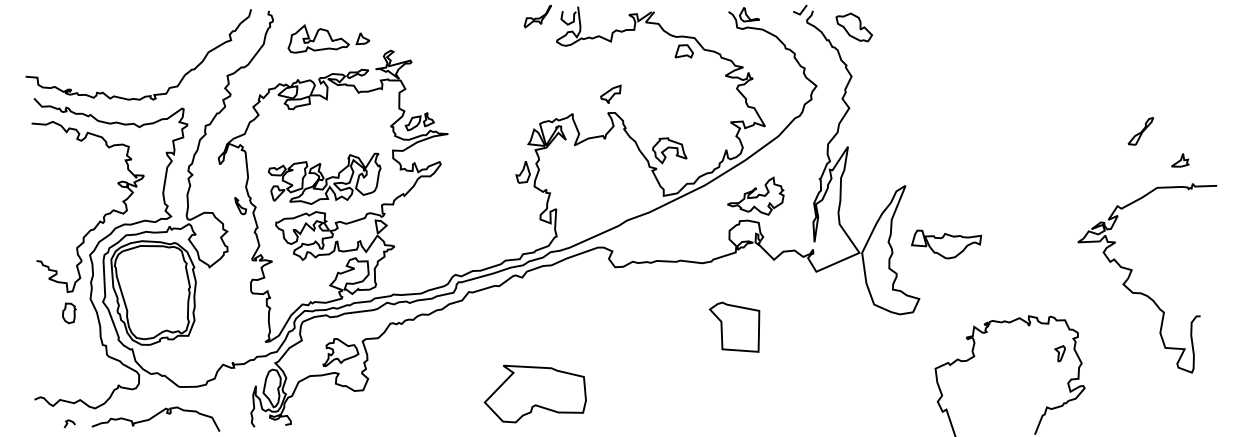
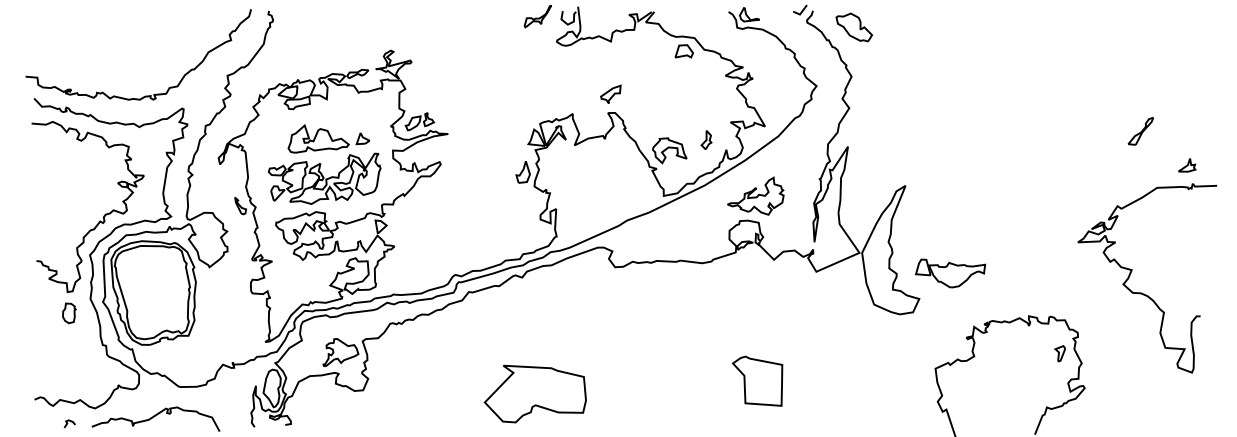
part at (328, 38) position: (328, 38) -> (328, 138)
part at (706, 139): none -> present
part at (1180, 160) position: (1180, 160) -> (1187, 165)
part at (946, 244) position: (946, 244) -> (950, 273)
part at (734, 326) position: (734, 326) -> (757, 380)
